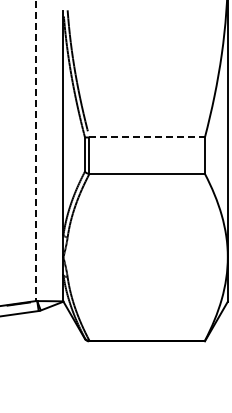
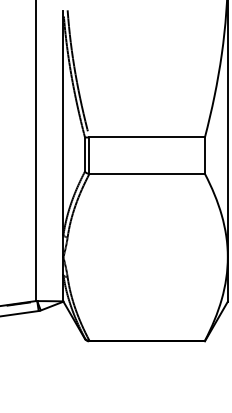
line at (147, 137): dashed -> solid
line at (35, 151): dashed -> solid
